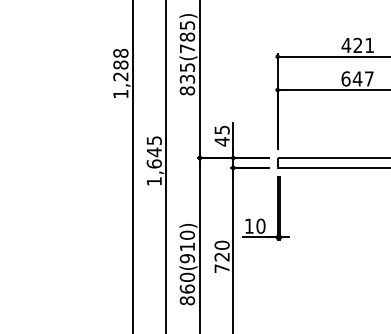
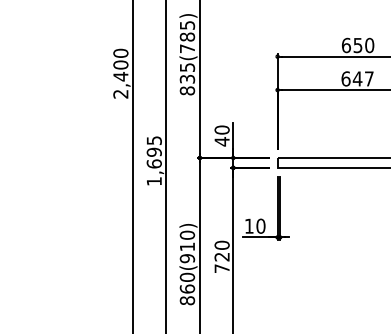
text at (357, 45): 421 -> 650
text at (120, 73): 1,288 -> 2,400
text at (221, 129): 45 -> 40
text at (153, 152): 1,645 -> 1,695
